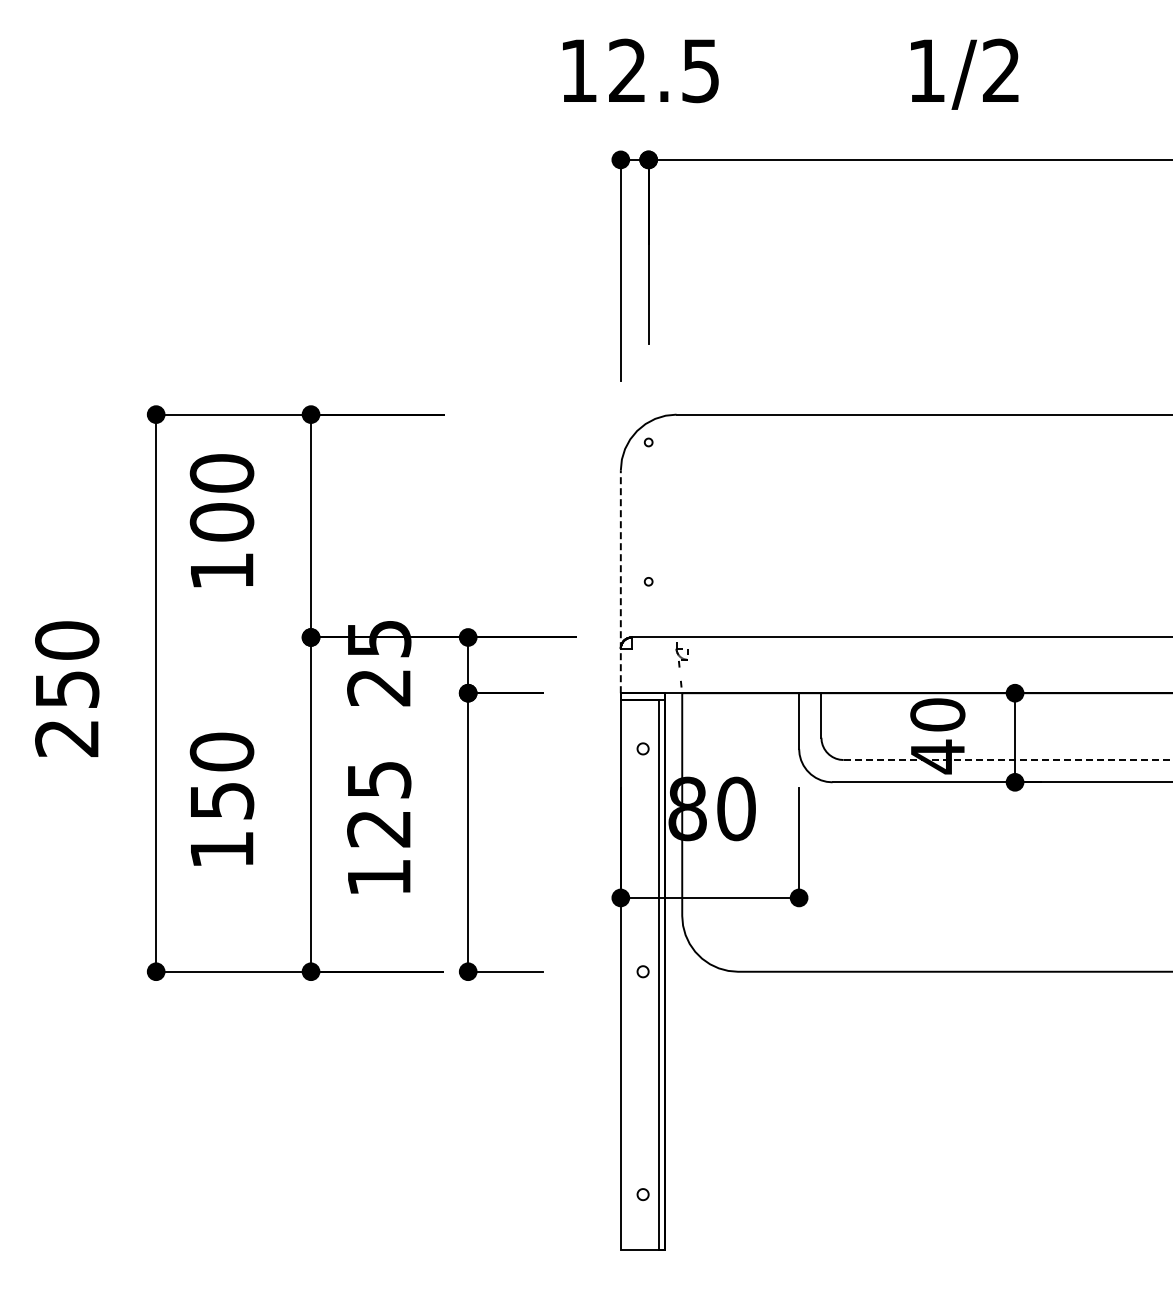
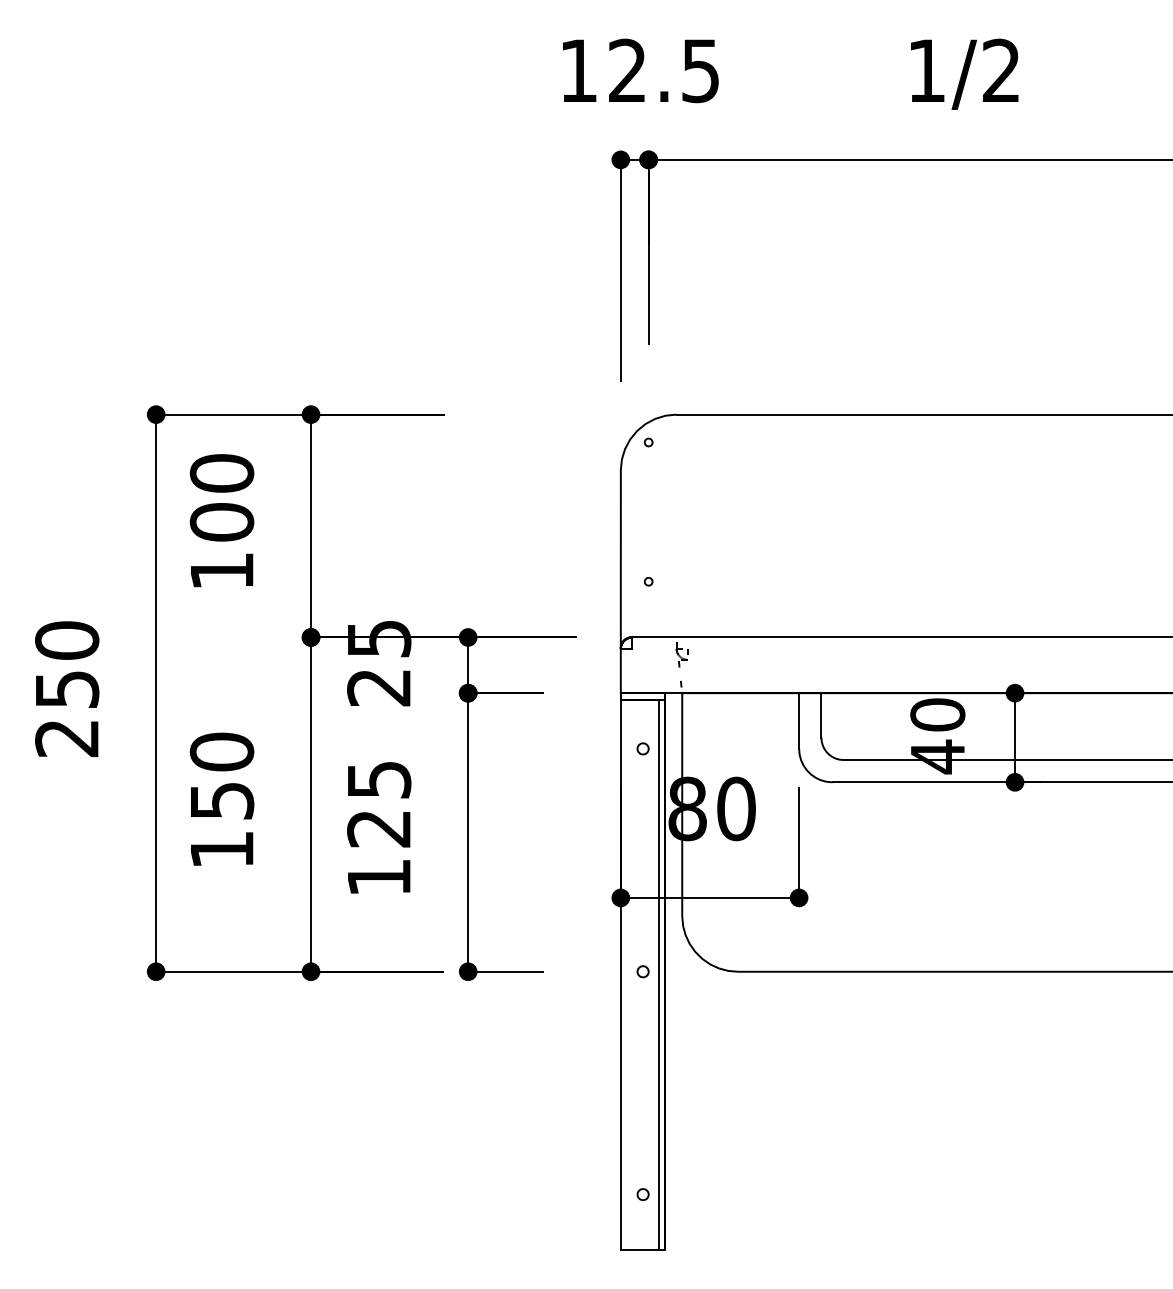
line at (620, 581): dashed -> solid
line at (1008, 760): dashed -> solid
